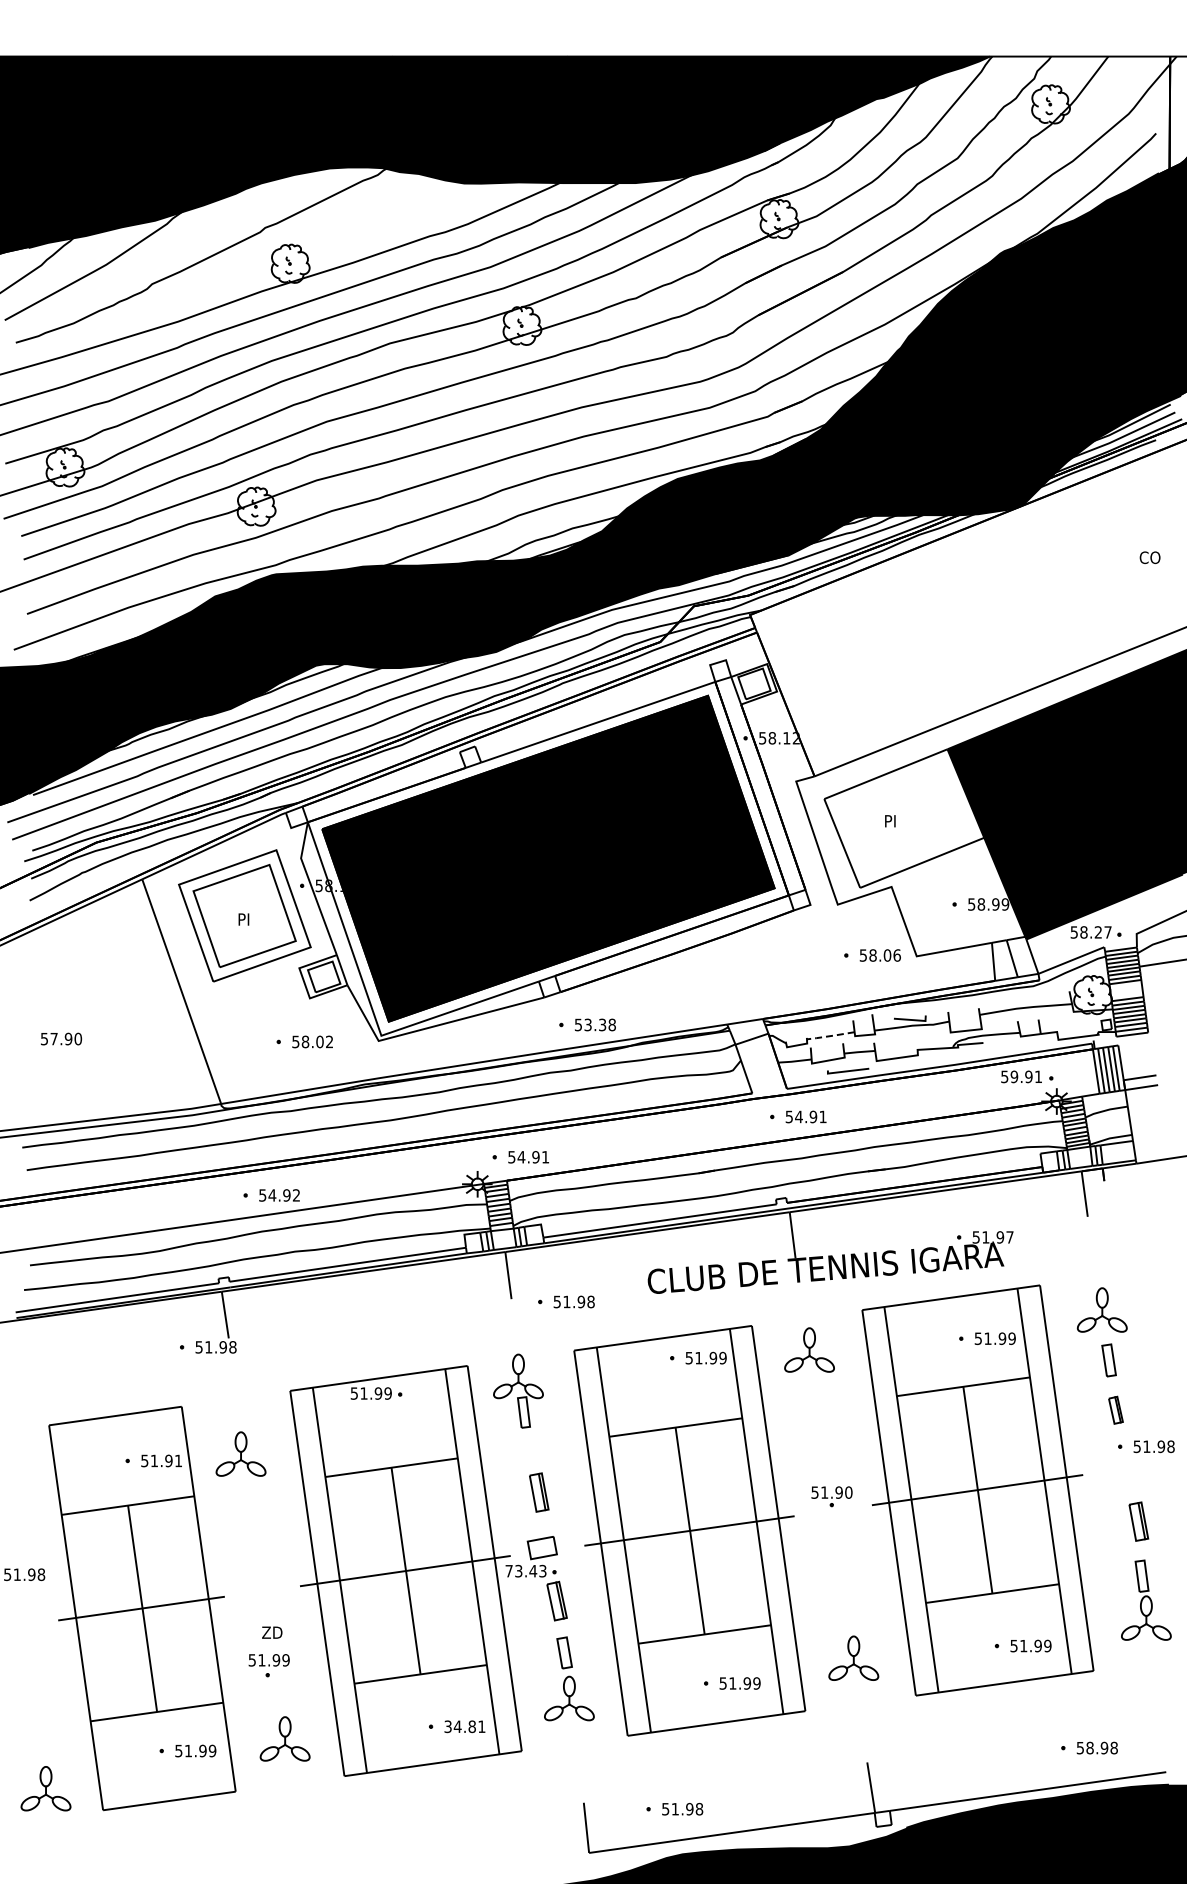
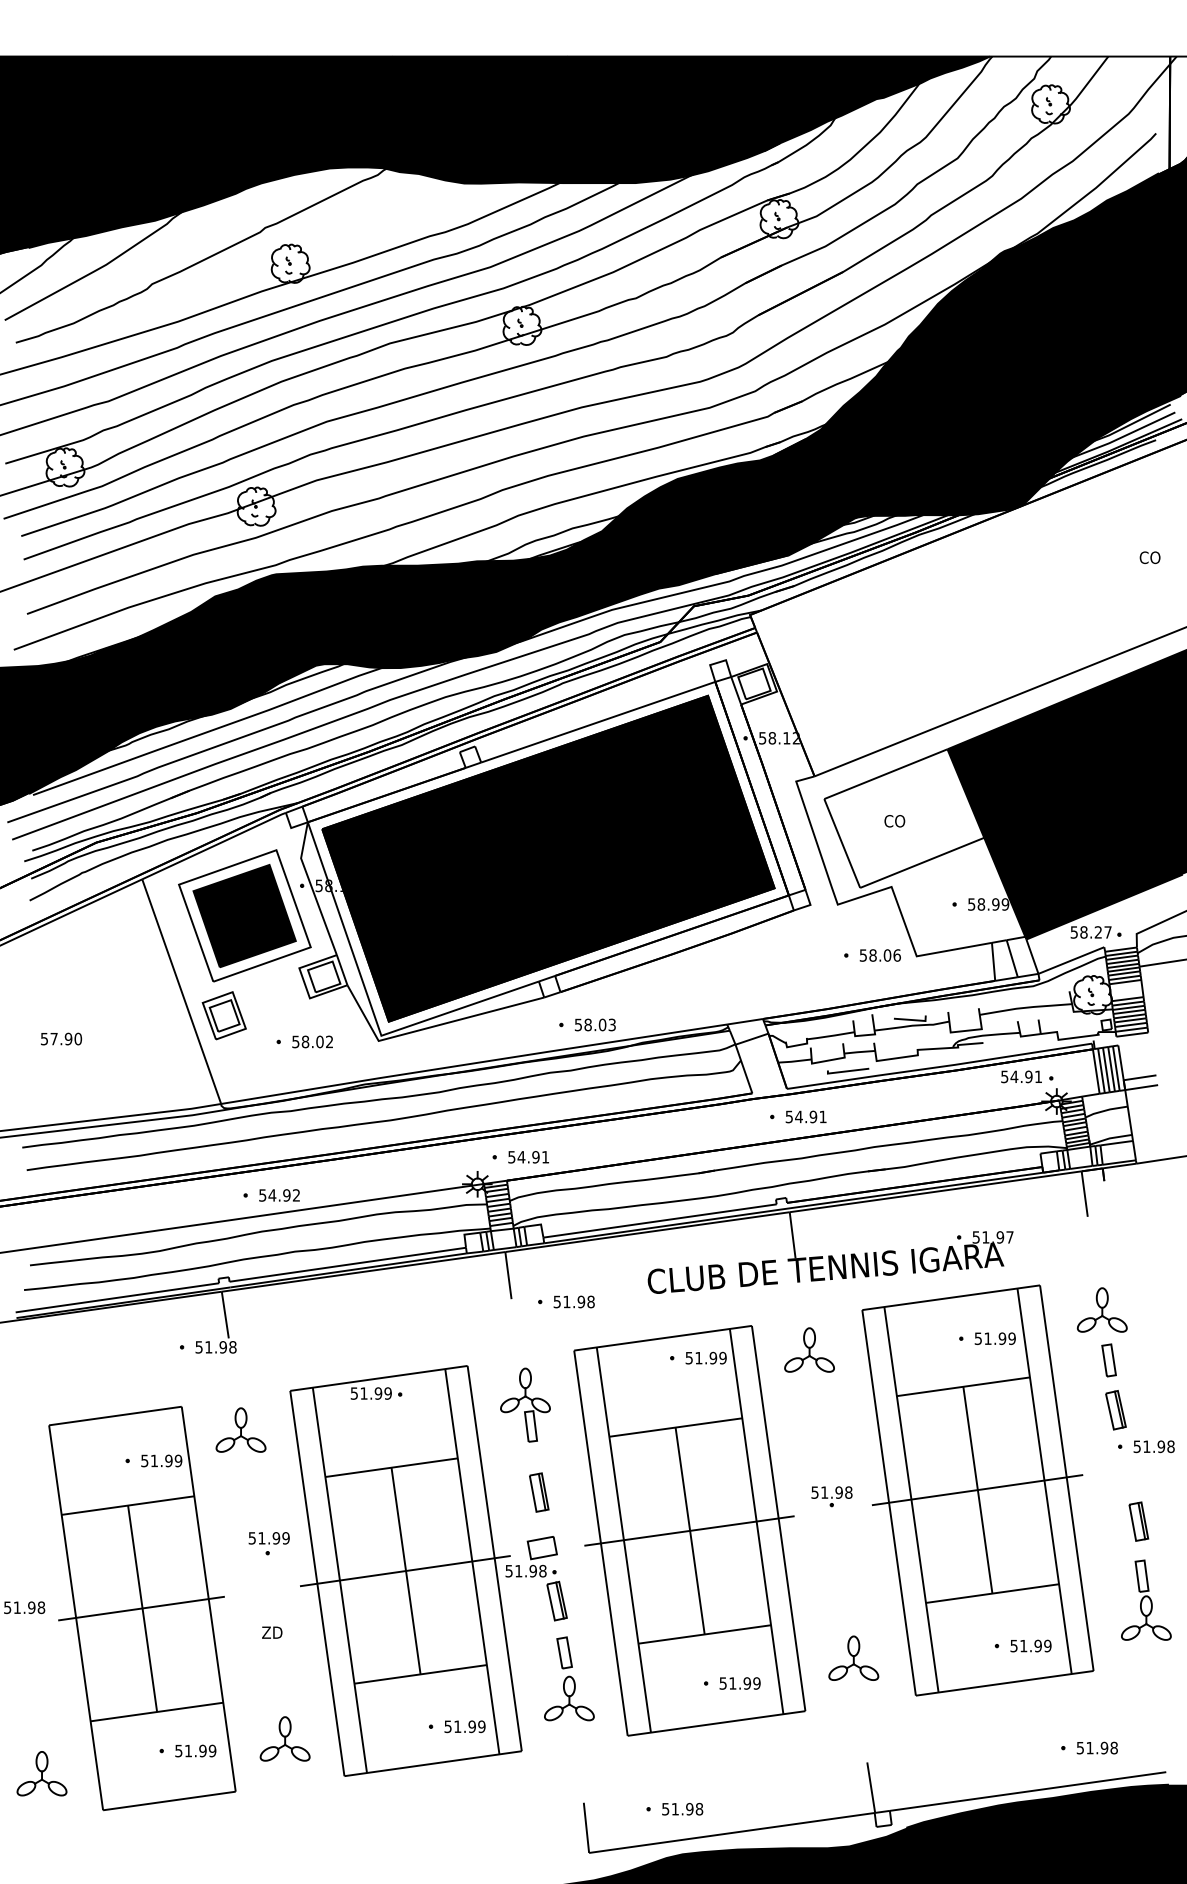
text at (894, 821): PI -> CO
fill at (244, 915): none -> present
part at (223, 1015): none -> present
text at (599, 1024): 53.38 -> 58.03
line at (830, 1036): dashed -> solid
text at (1014, 1076): 59.91 -> 54.91
part at (518, 1390) position: (518, 1390) -> (525, 1404)
part at (1115, 1409) size: 16x30 px -> 22x41 px
part at (240, 1453) position: (240, 1453) -> (240, 1429)
text at (178, 1460): 51.91 -> 51.99
text at (848, 1492): 51.90 -> 51.98
text at (525, 1570): 73.43 -> 51.98
text at (24, 1574) position: (24, 1574) -> (24, 1607)
part at (268, 1665) position: (268, 1665) -> (268, 1543)
text at (464, 1726): 34.81 -> 51.99
text at (1089, 1747): 58.98 -> 51.98
part at (45, 1788) position: (45, 1788) -> (41, 1773)
